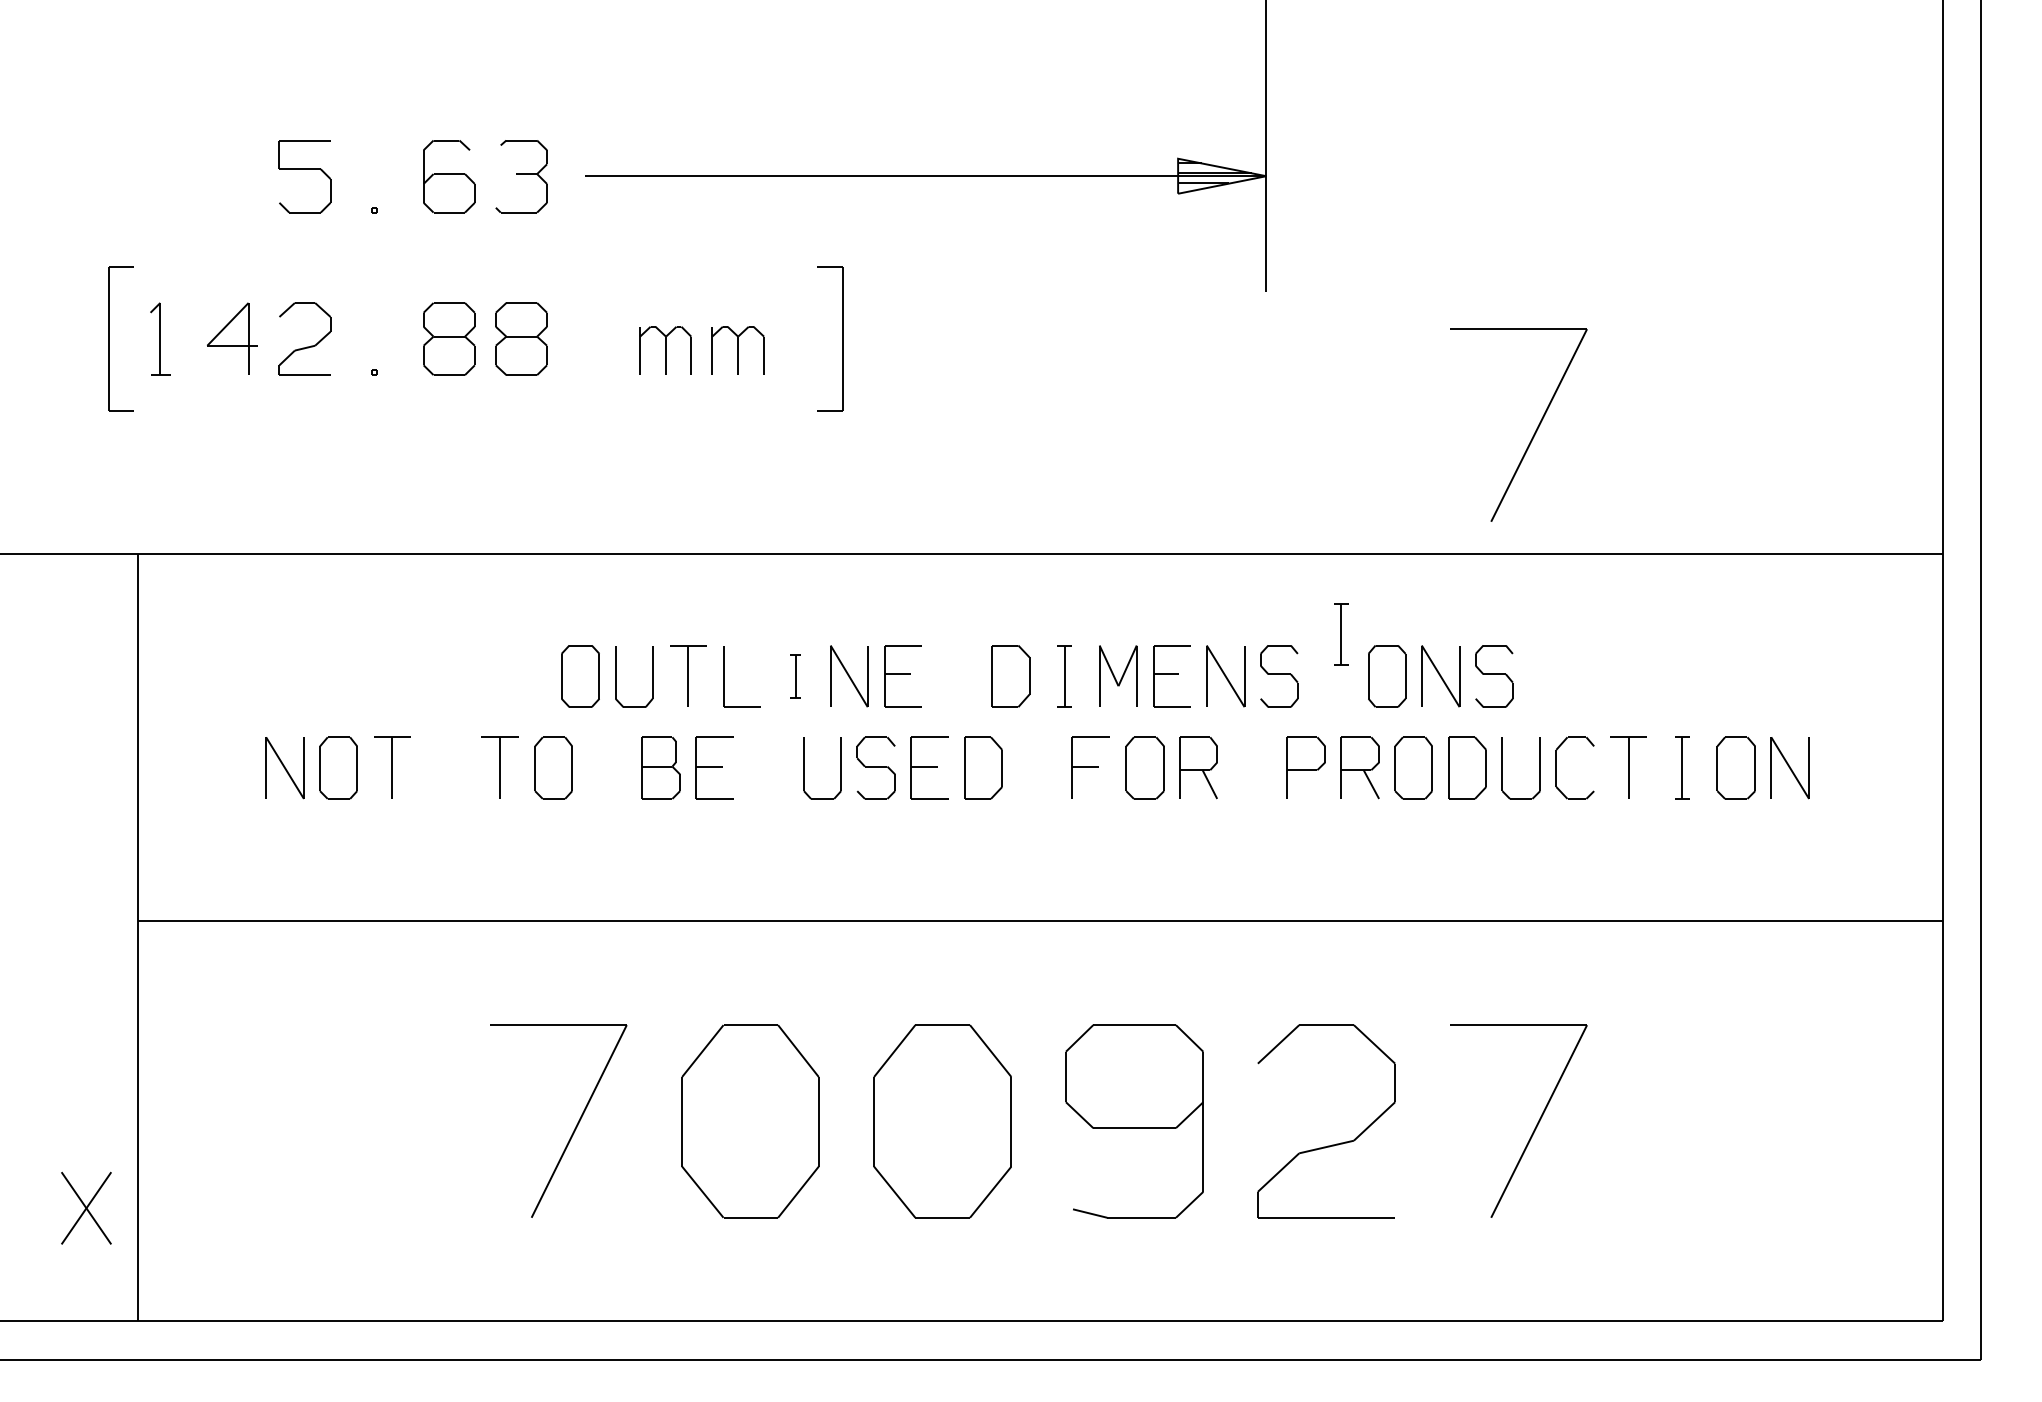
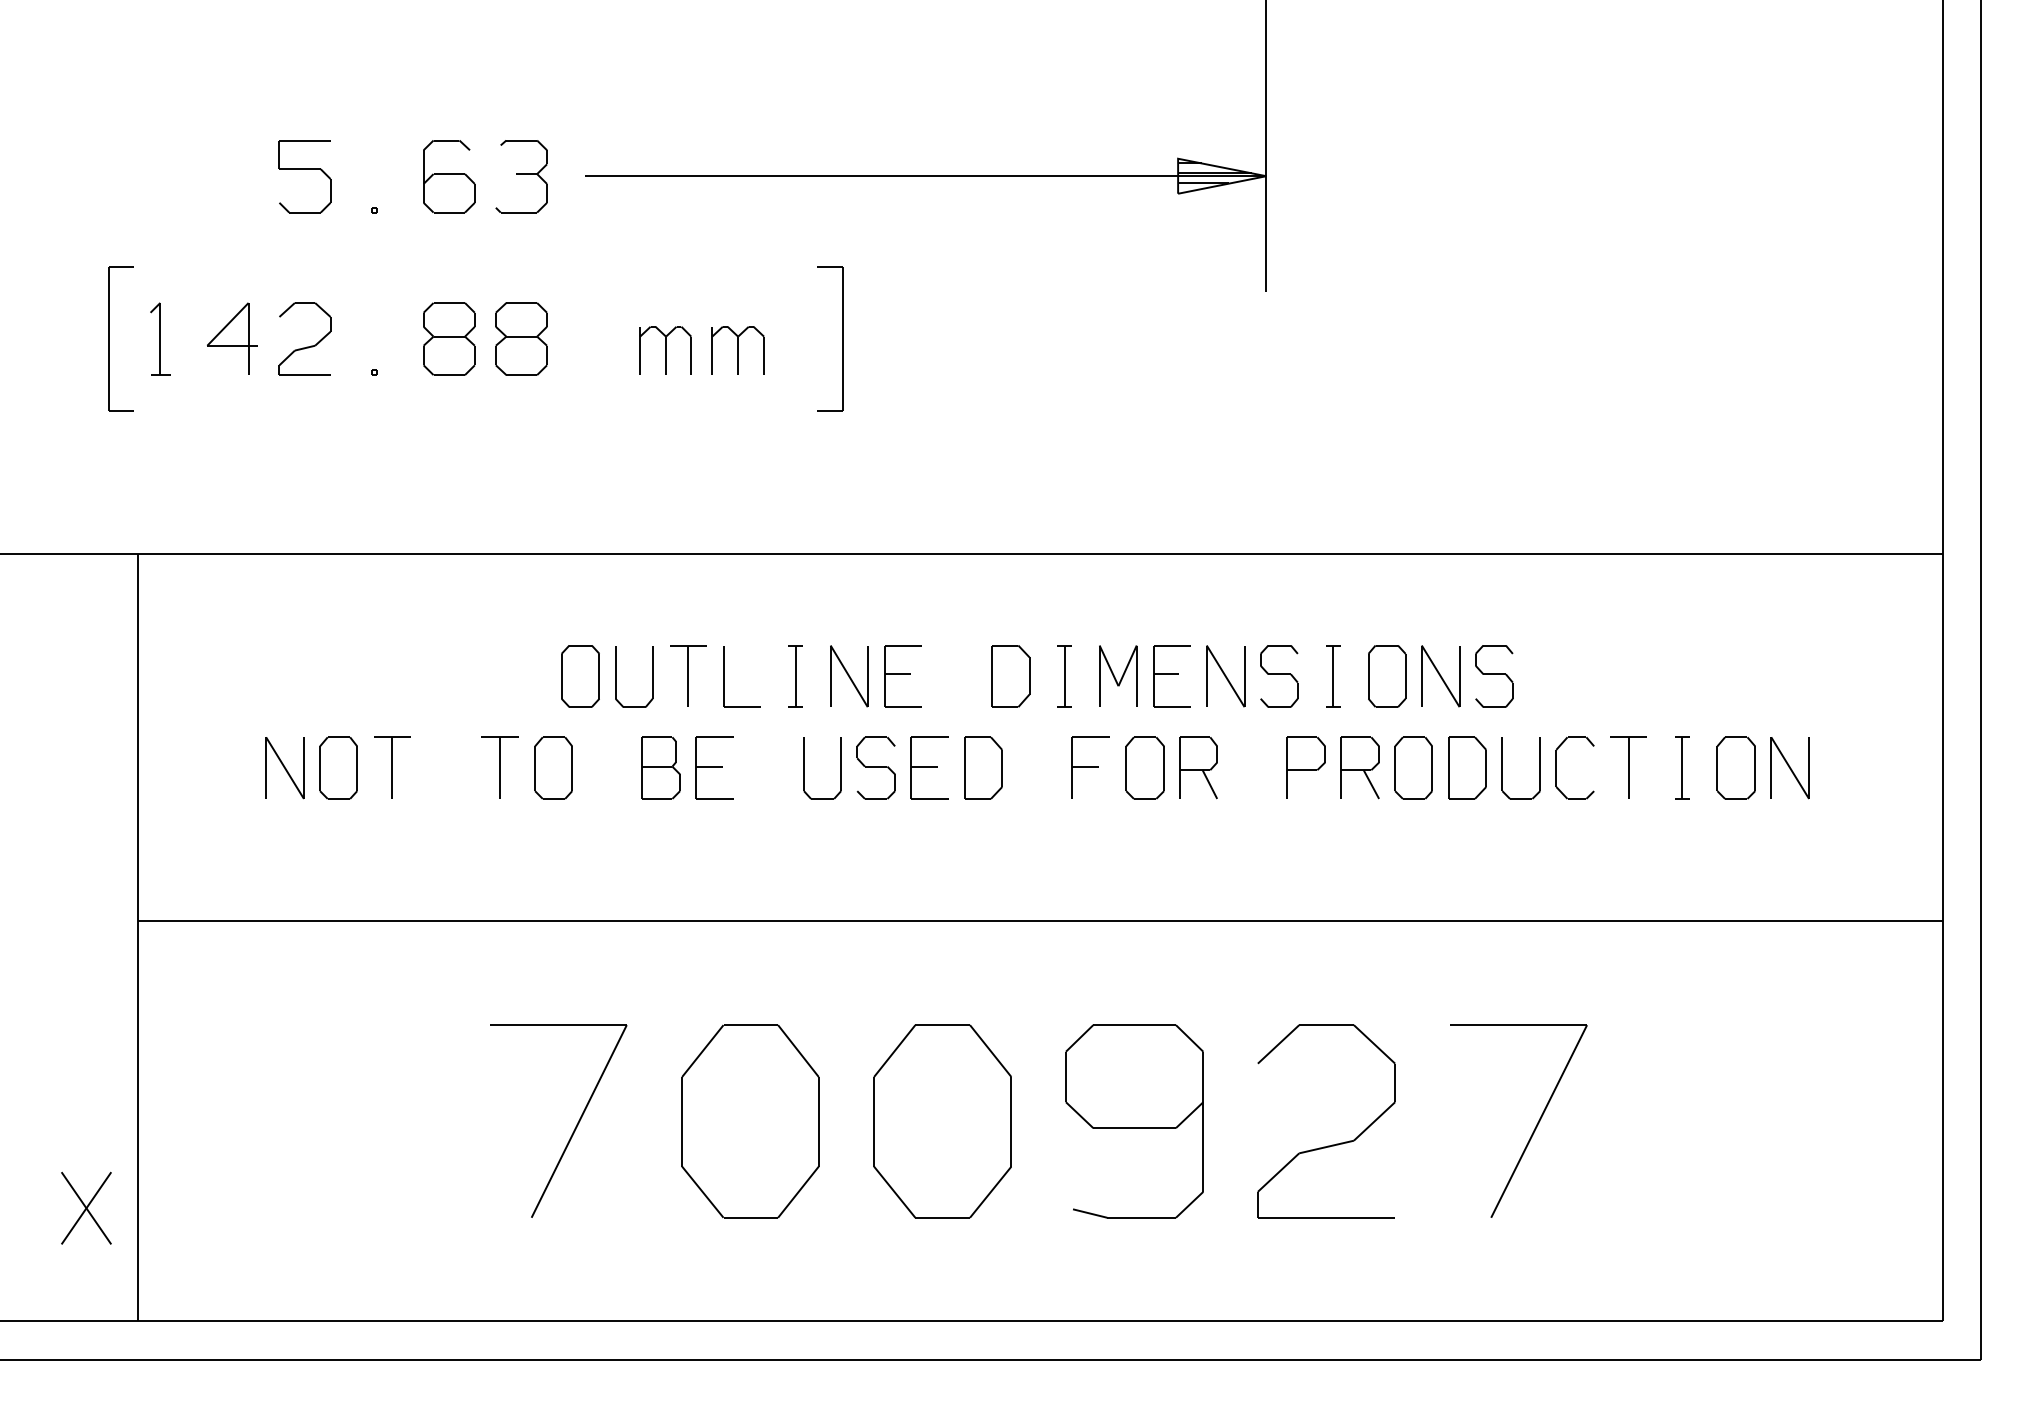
part at (1534, 432): present -> none
part at (1341, 634) position: (1341, 634) -> (1333, 676)
part at (795, 676) size: 11x45 px -> 15x63 px
